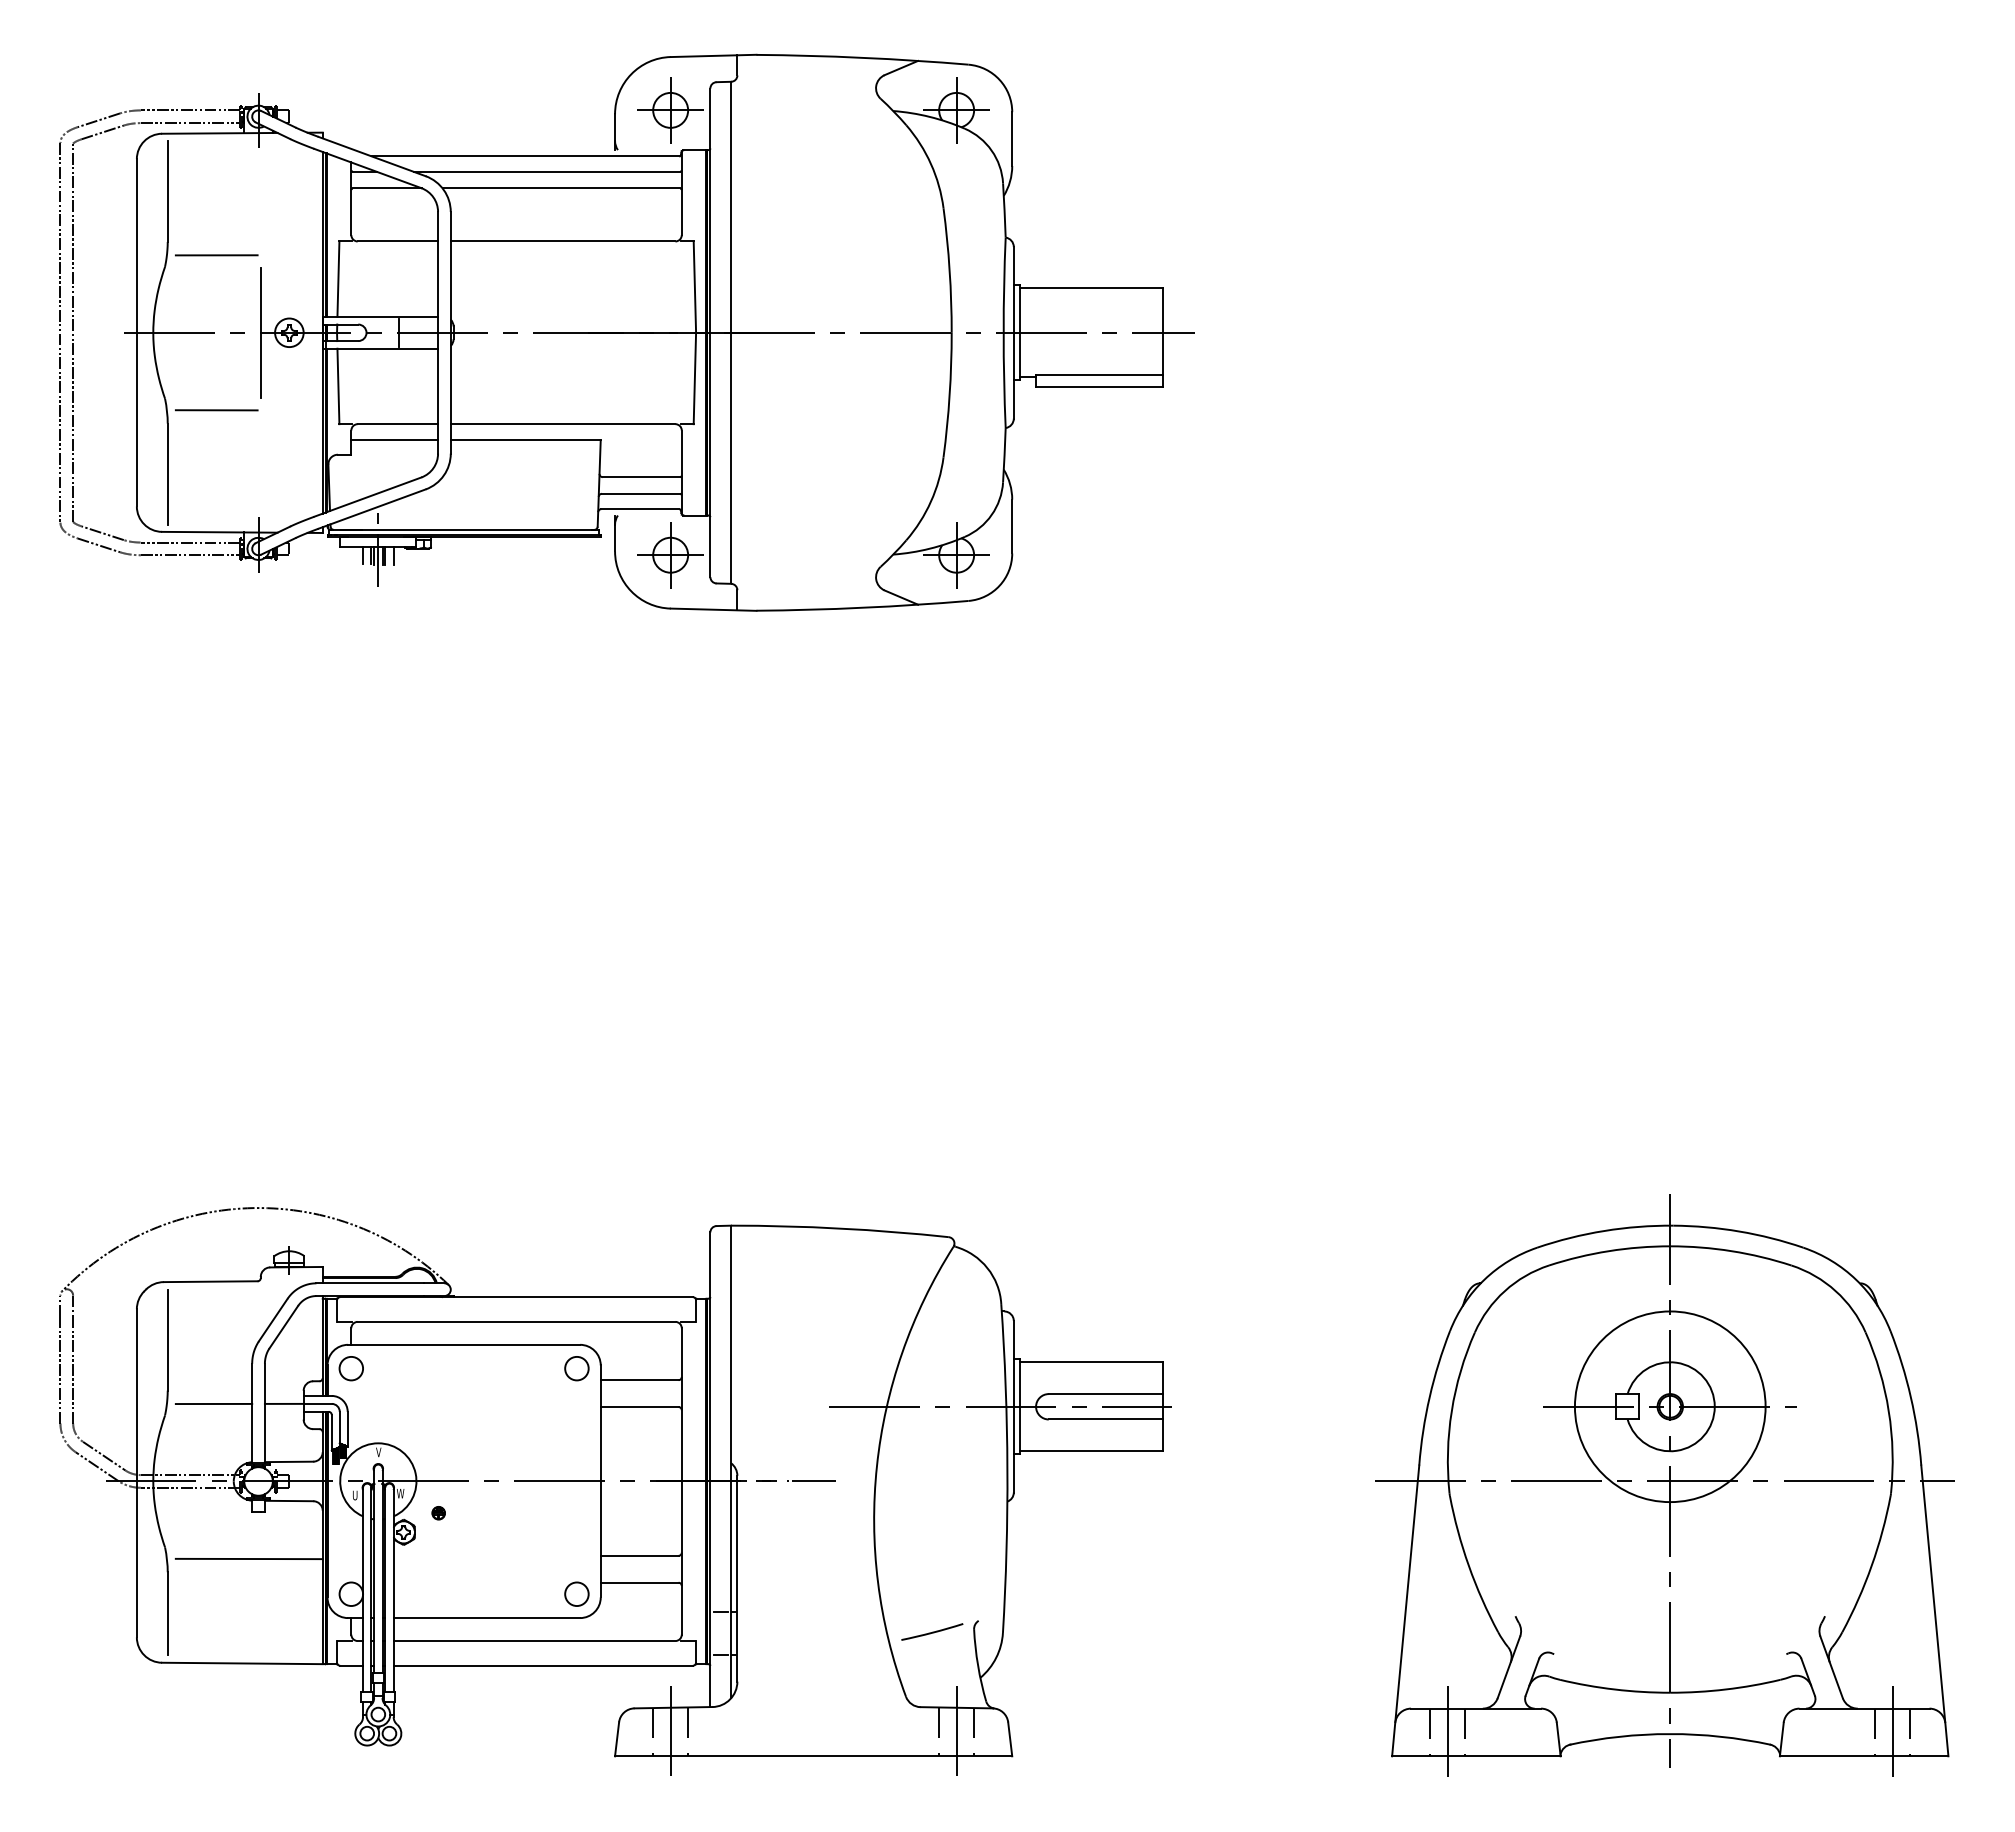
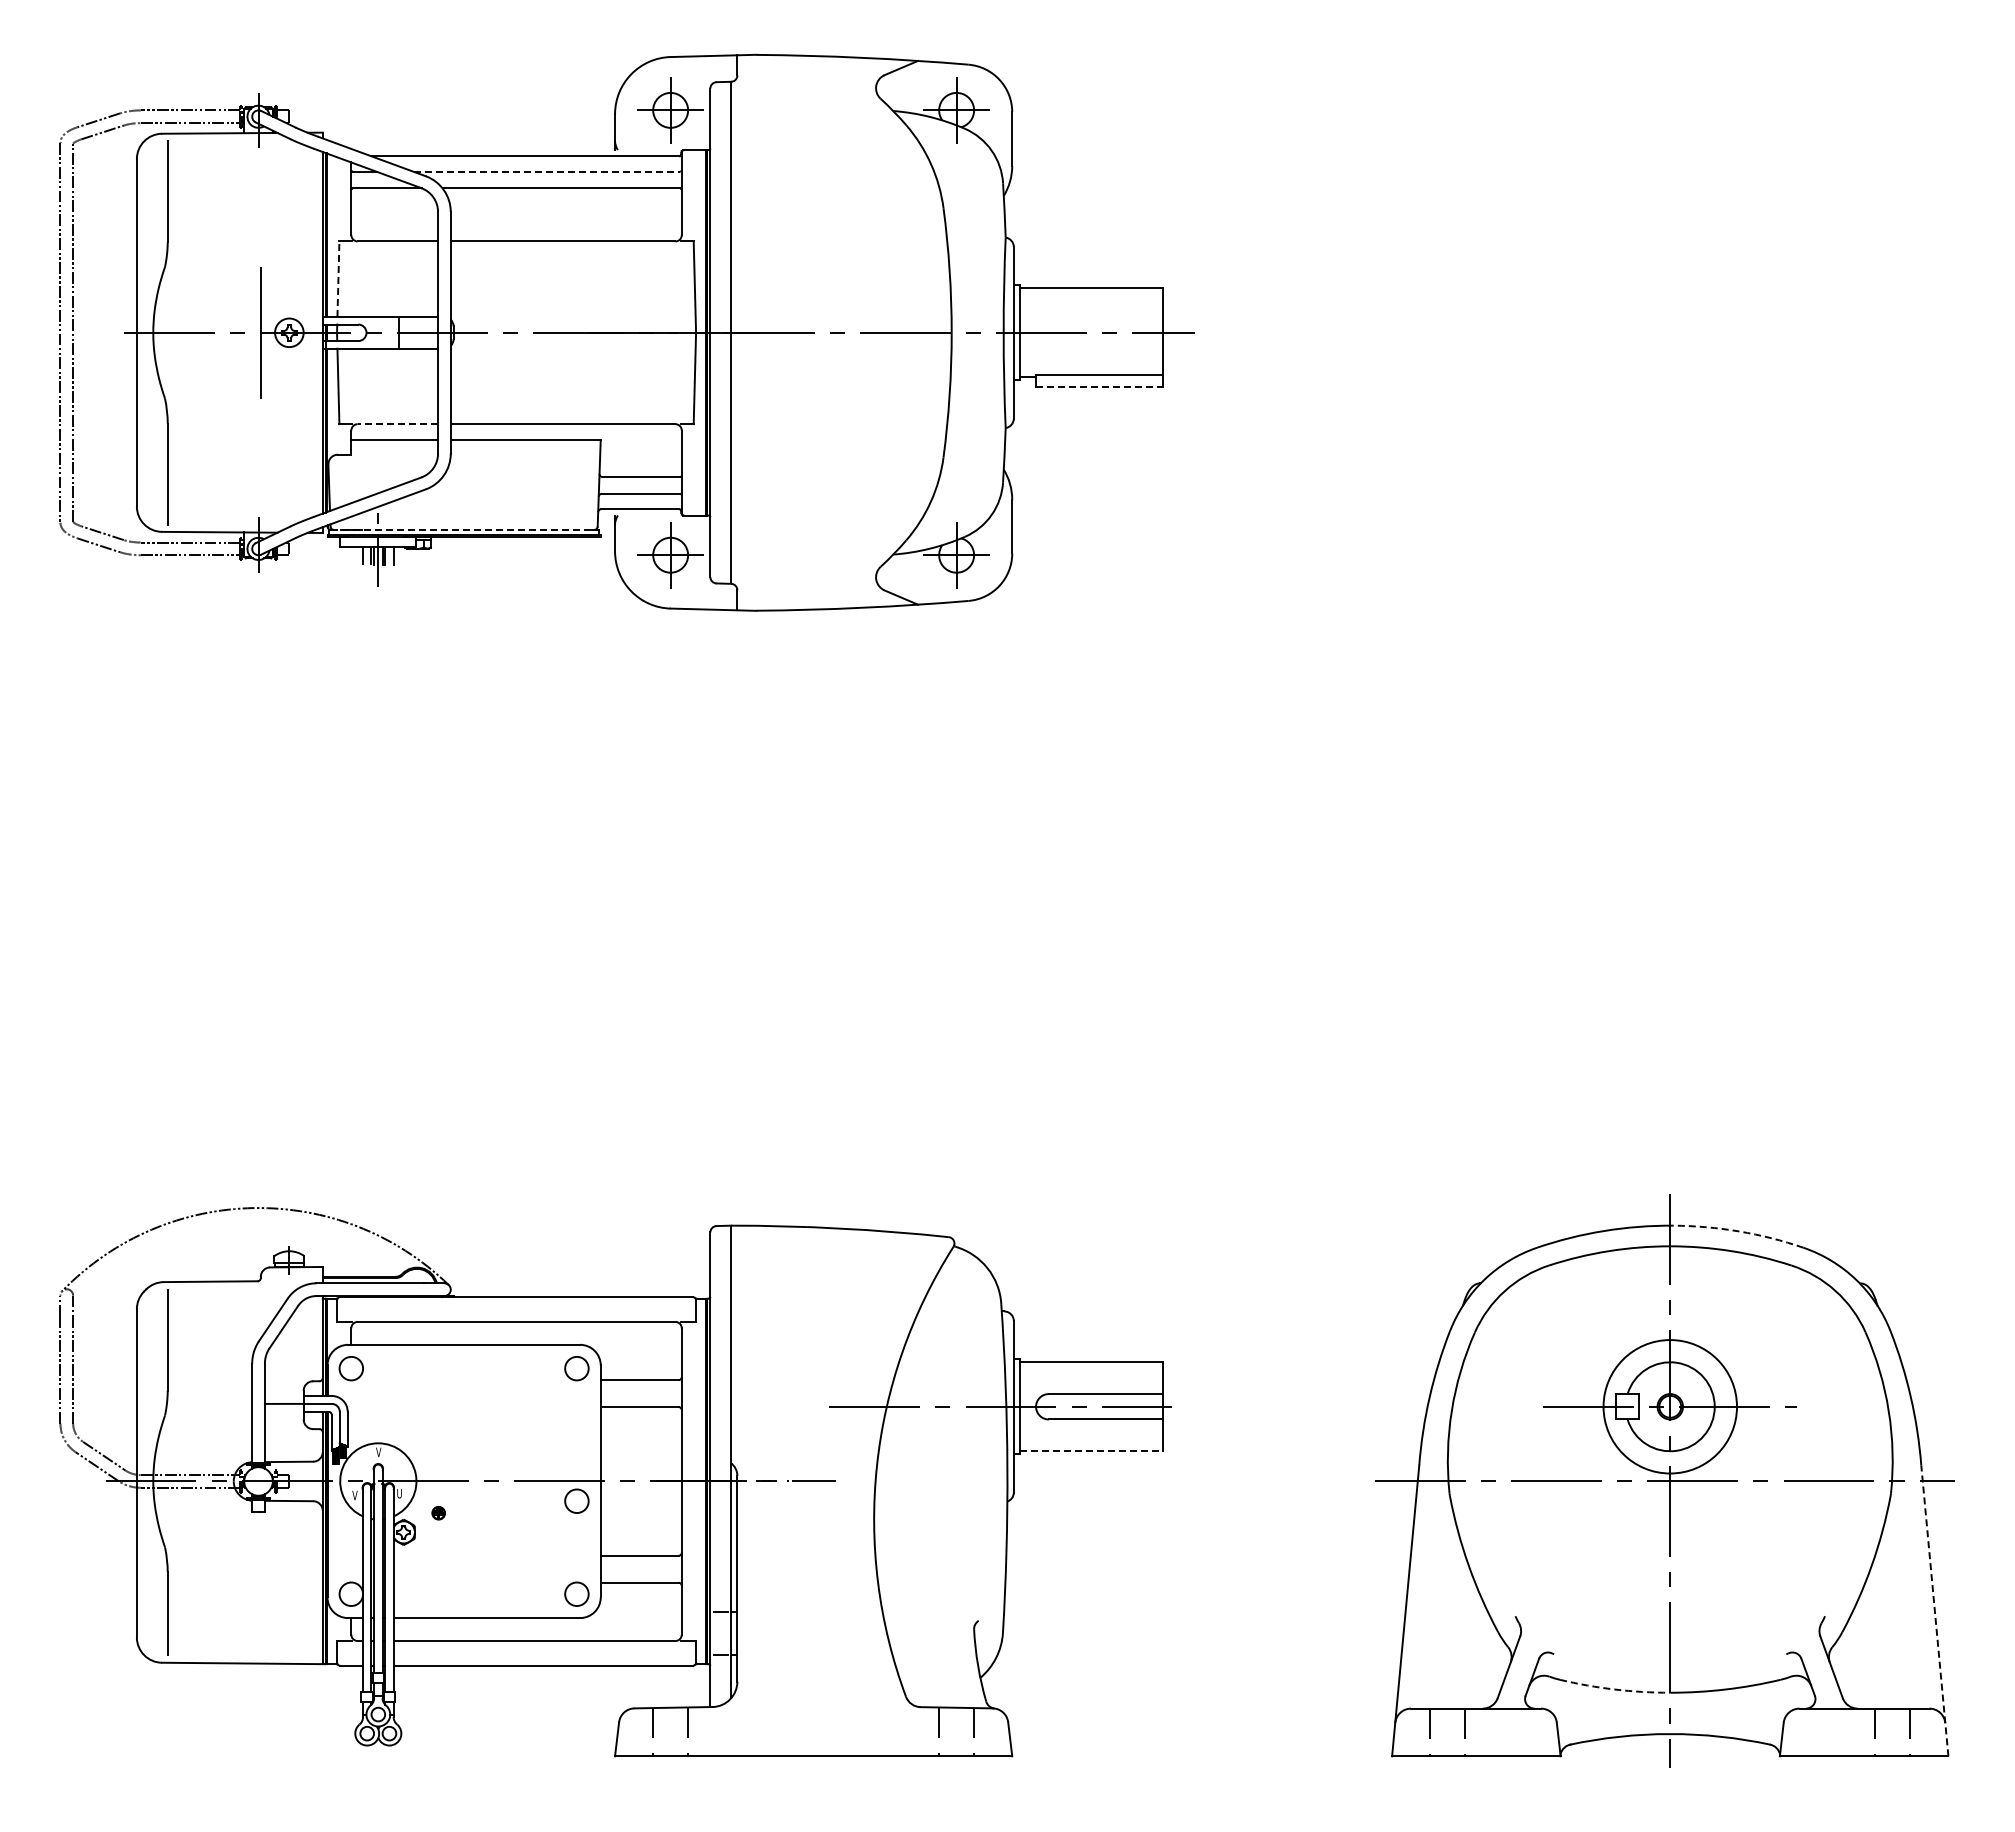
line at (547, 171): solid -> dashed
line at (216, 255): present -> none
line at (338, 279): solid -> dashed
line at (1099, 386): solid -> dashed
line at (216, 410): present -> none
line at (397, 424): solid -> dashed
line at (462, 529): solid -> dashed
arc at (1739, 1231): solid -> dashed
line at (213, 1403): present -> none
circle at (1669, 1406) diameter: 191 px -> 133 px
line at (1092, 1451): solid -> dashed
text at (400, 1493): W -> U
text at (354, 1495): U -> V
circle at (576, 1500): none -> present
line at (248, 1558): present -> none
line at (1934, 1610): solid -> dashed
line at (932, 1631): present -> none
arc at (1614, 1689): solid -> dashed
line at (670, 1731): present -> none
line at (956, 1731): present -> none
line at (1447, 1732): present -> none
line at (1892, 1732): present -> none
